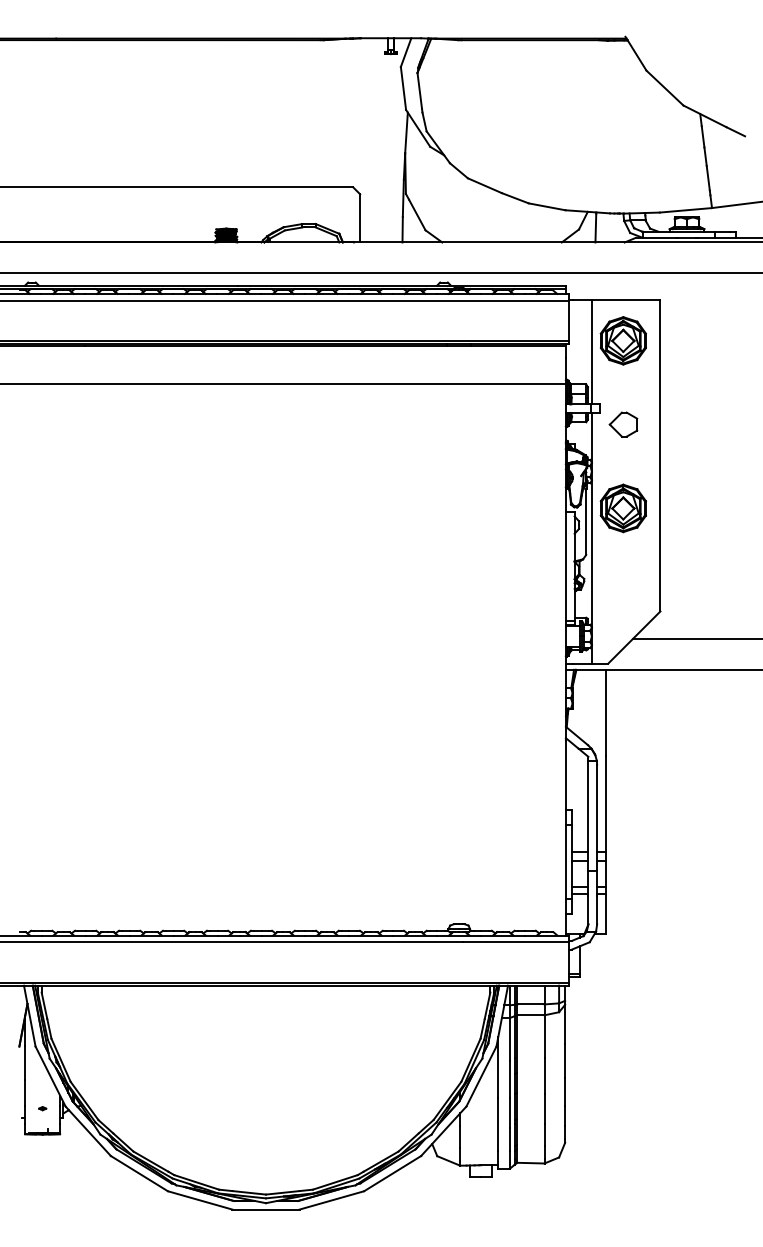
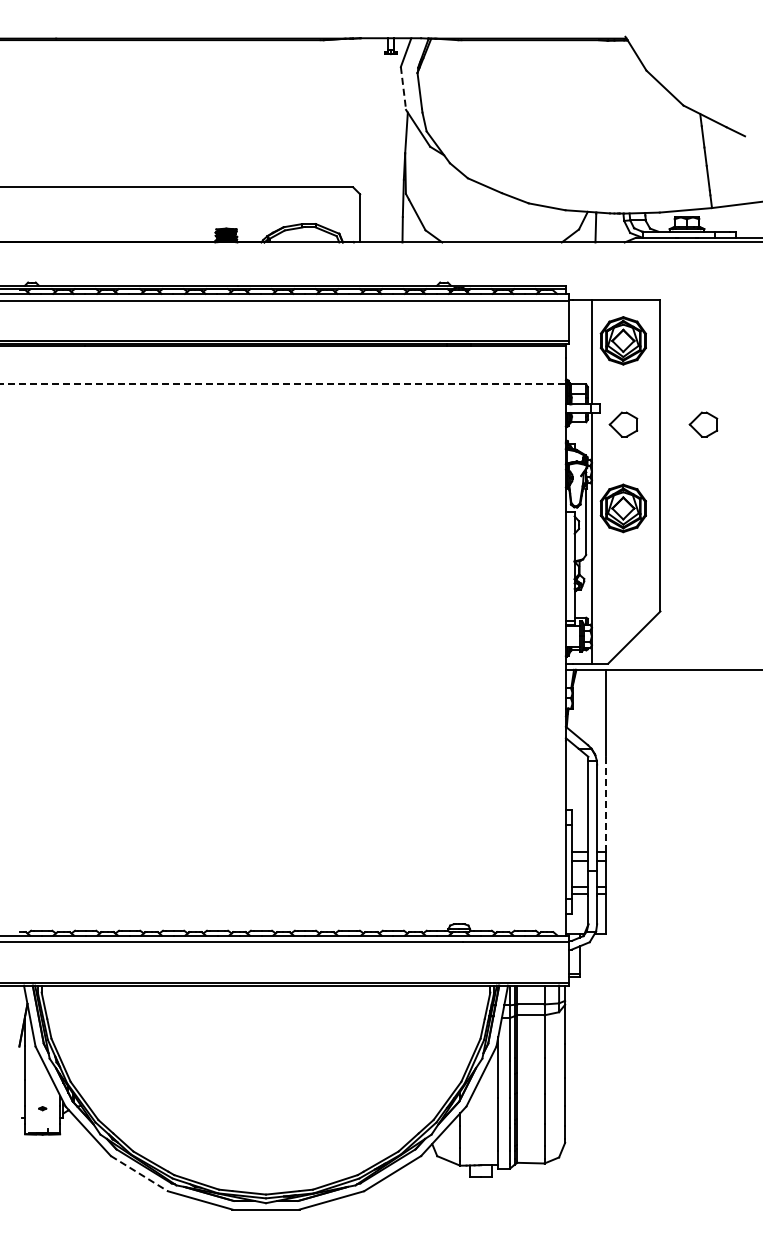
line at (403, 88): solid -> dashed
line at (380, 273): present -> none
line at (283, 384): solid -> dashed
part at (703, 424): none -> present
line at (695, 639): present -> none
line at (606, 804): solid -> dashed
line at (139, 1173): solid -> dashed
